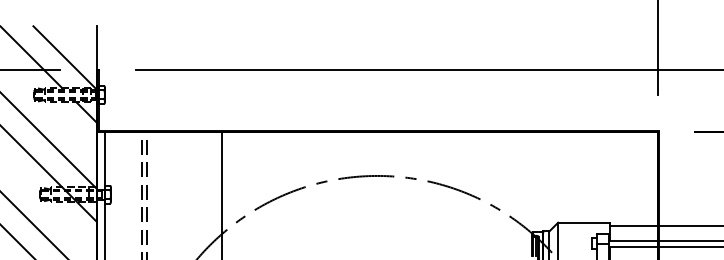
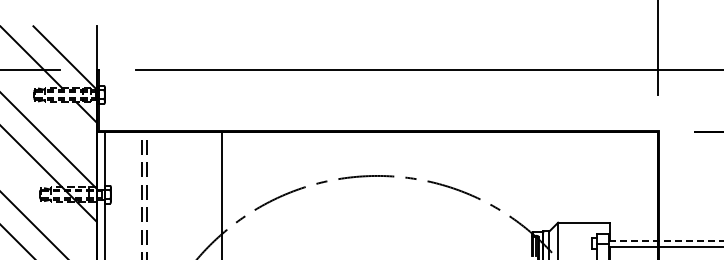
line at (665, 226): present -> none
line at (666, 240): solid -> dashed
